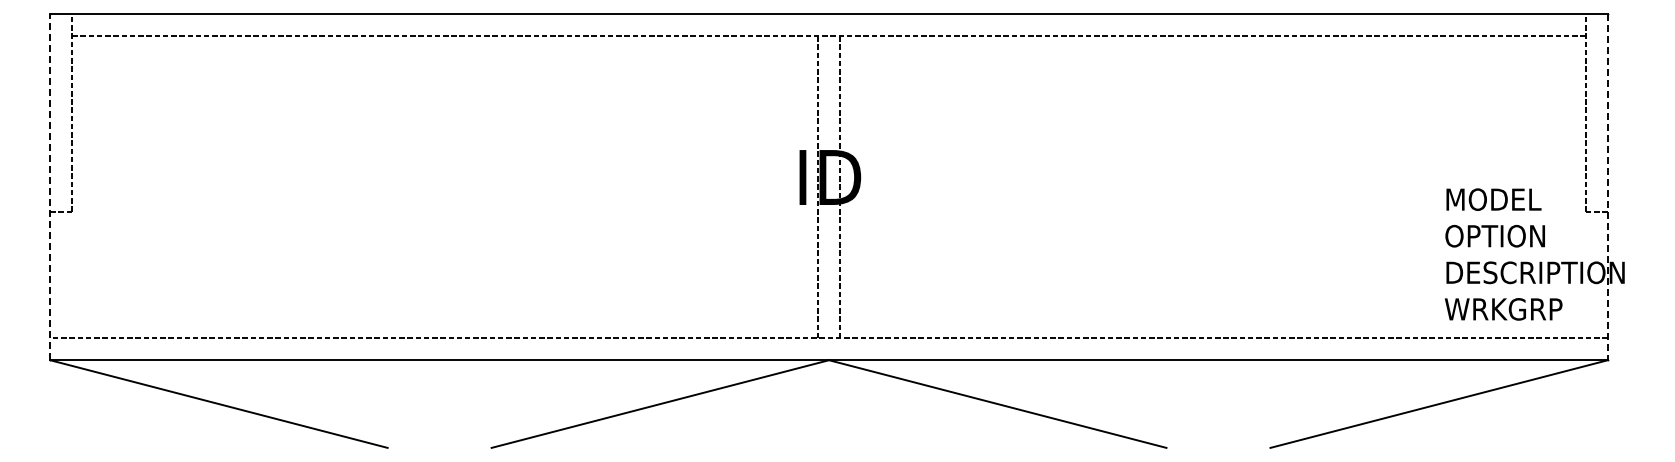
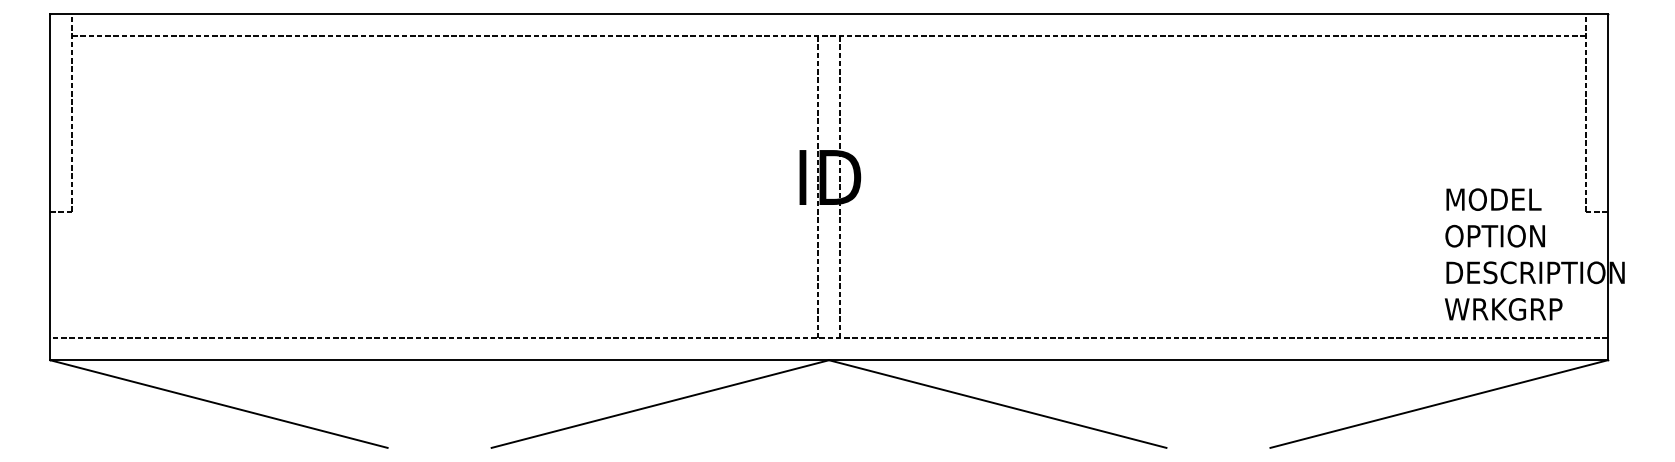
line at (50, 186): dashed -> solid
line at (1607, 187): dashed -> solid
